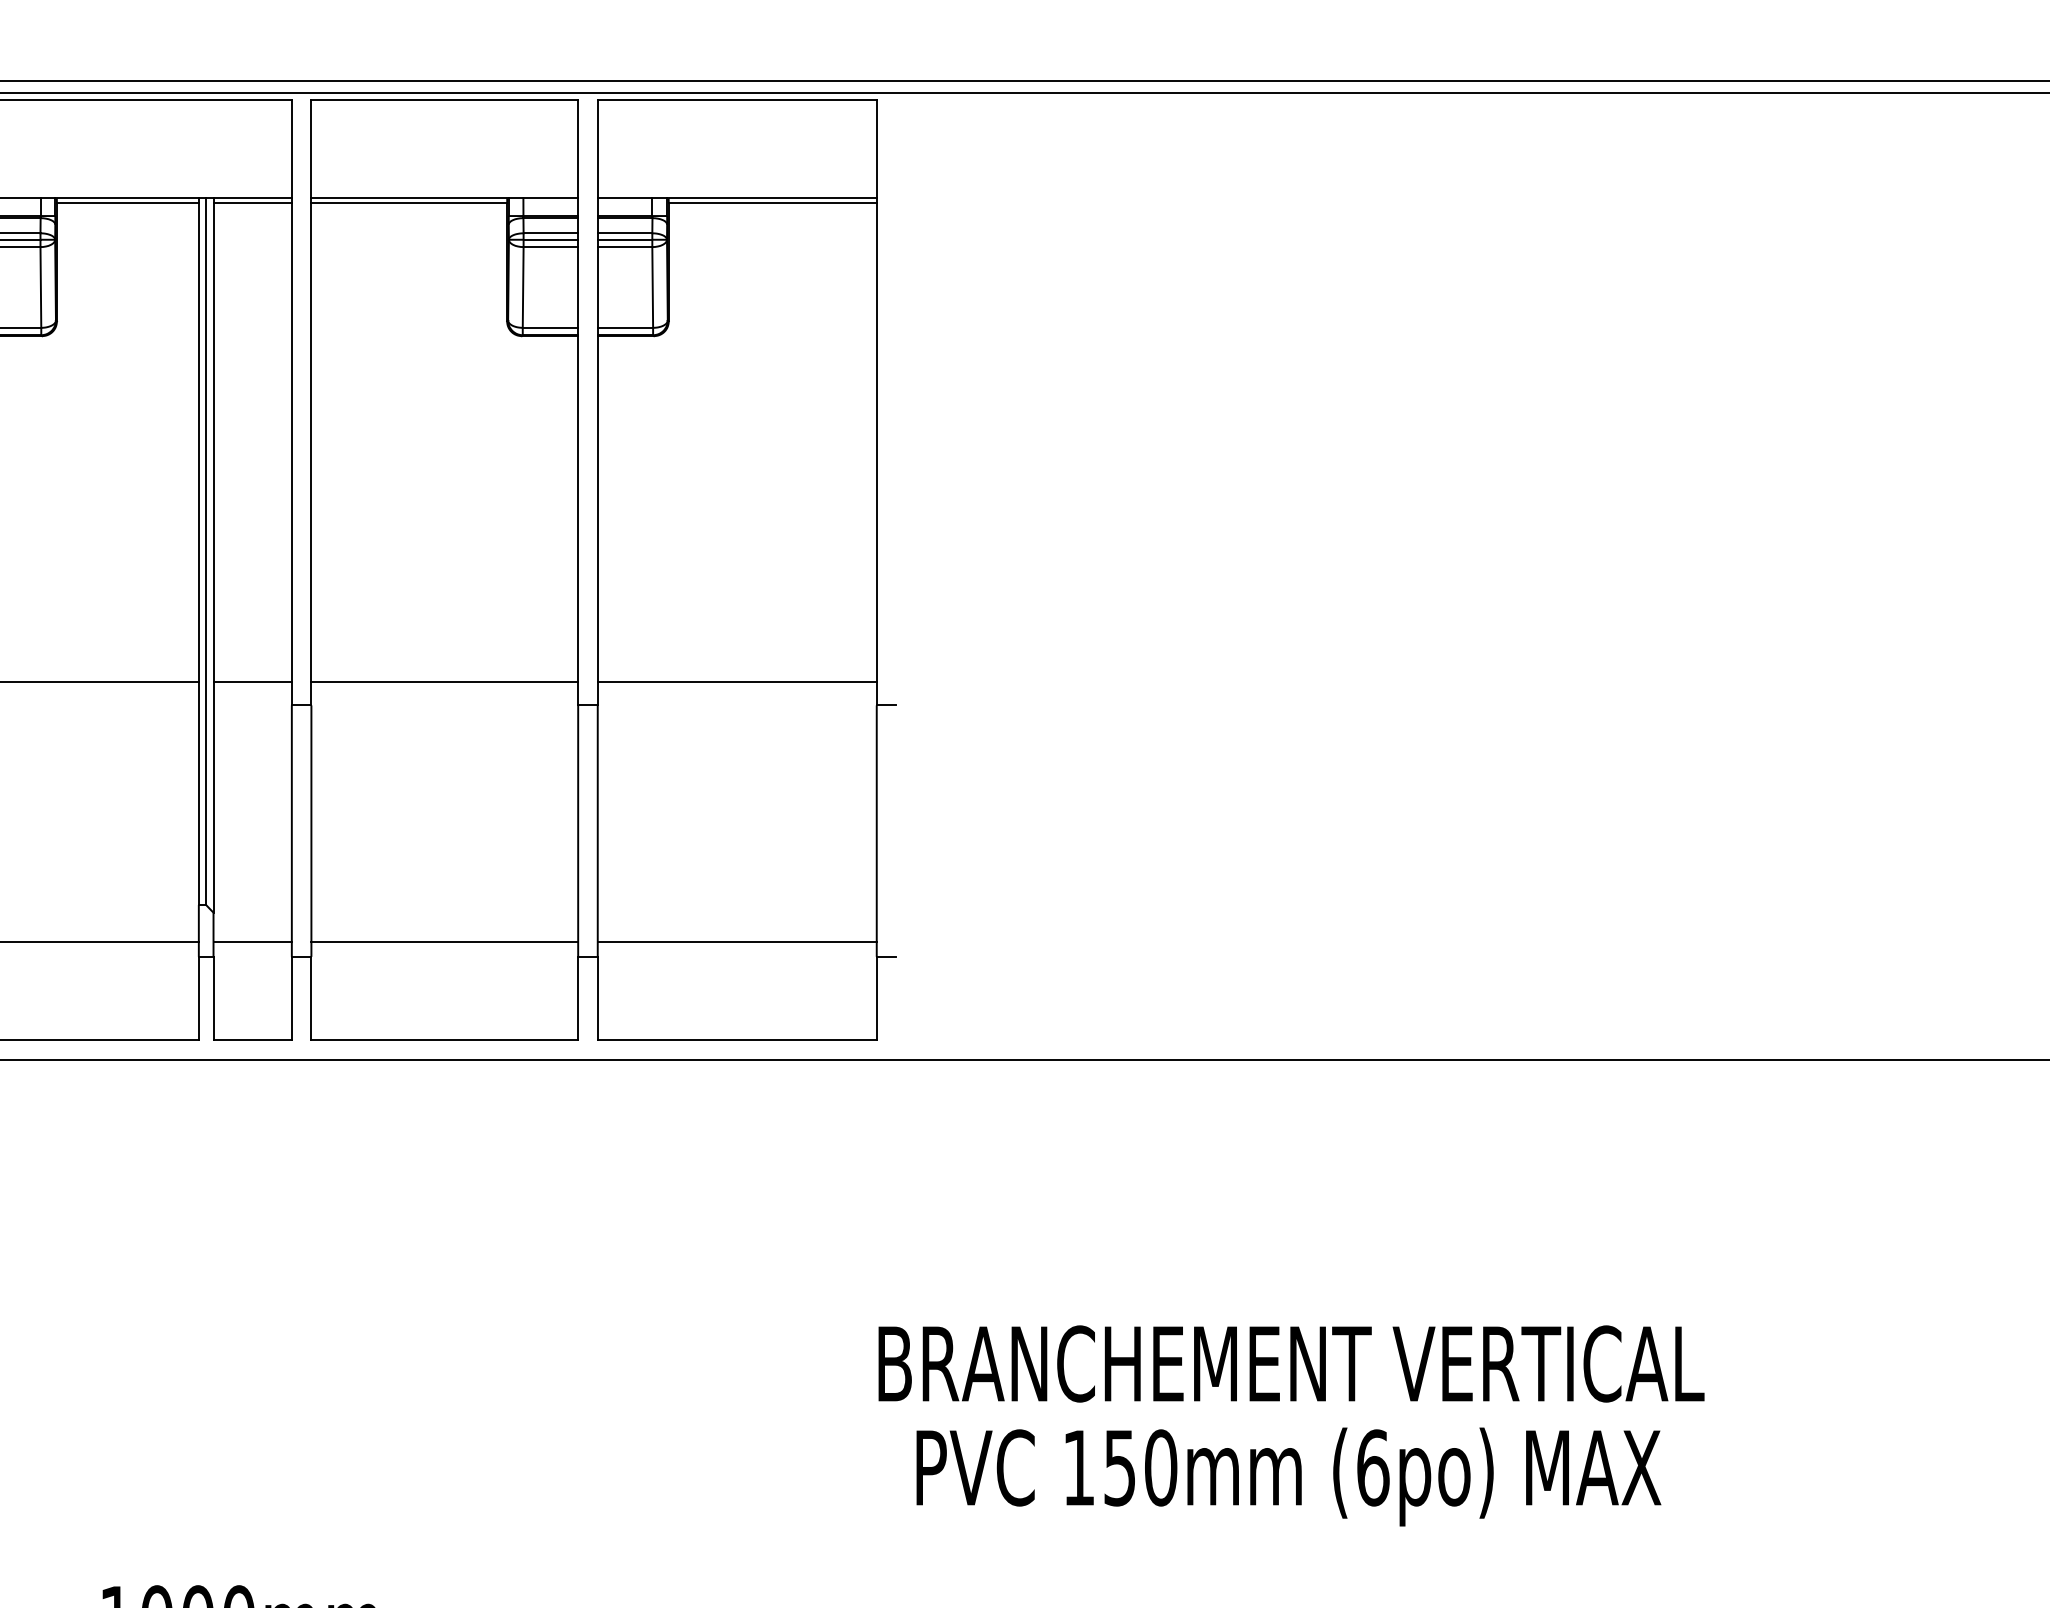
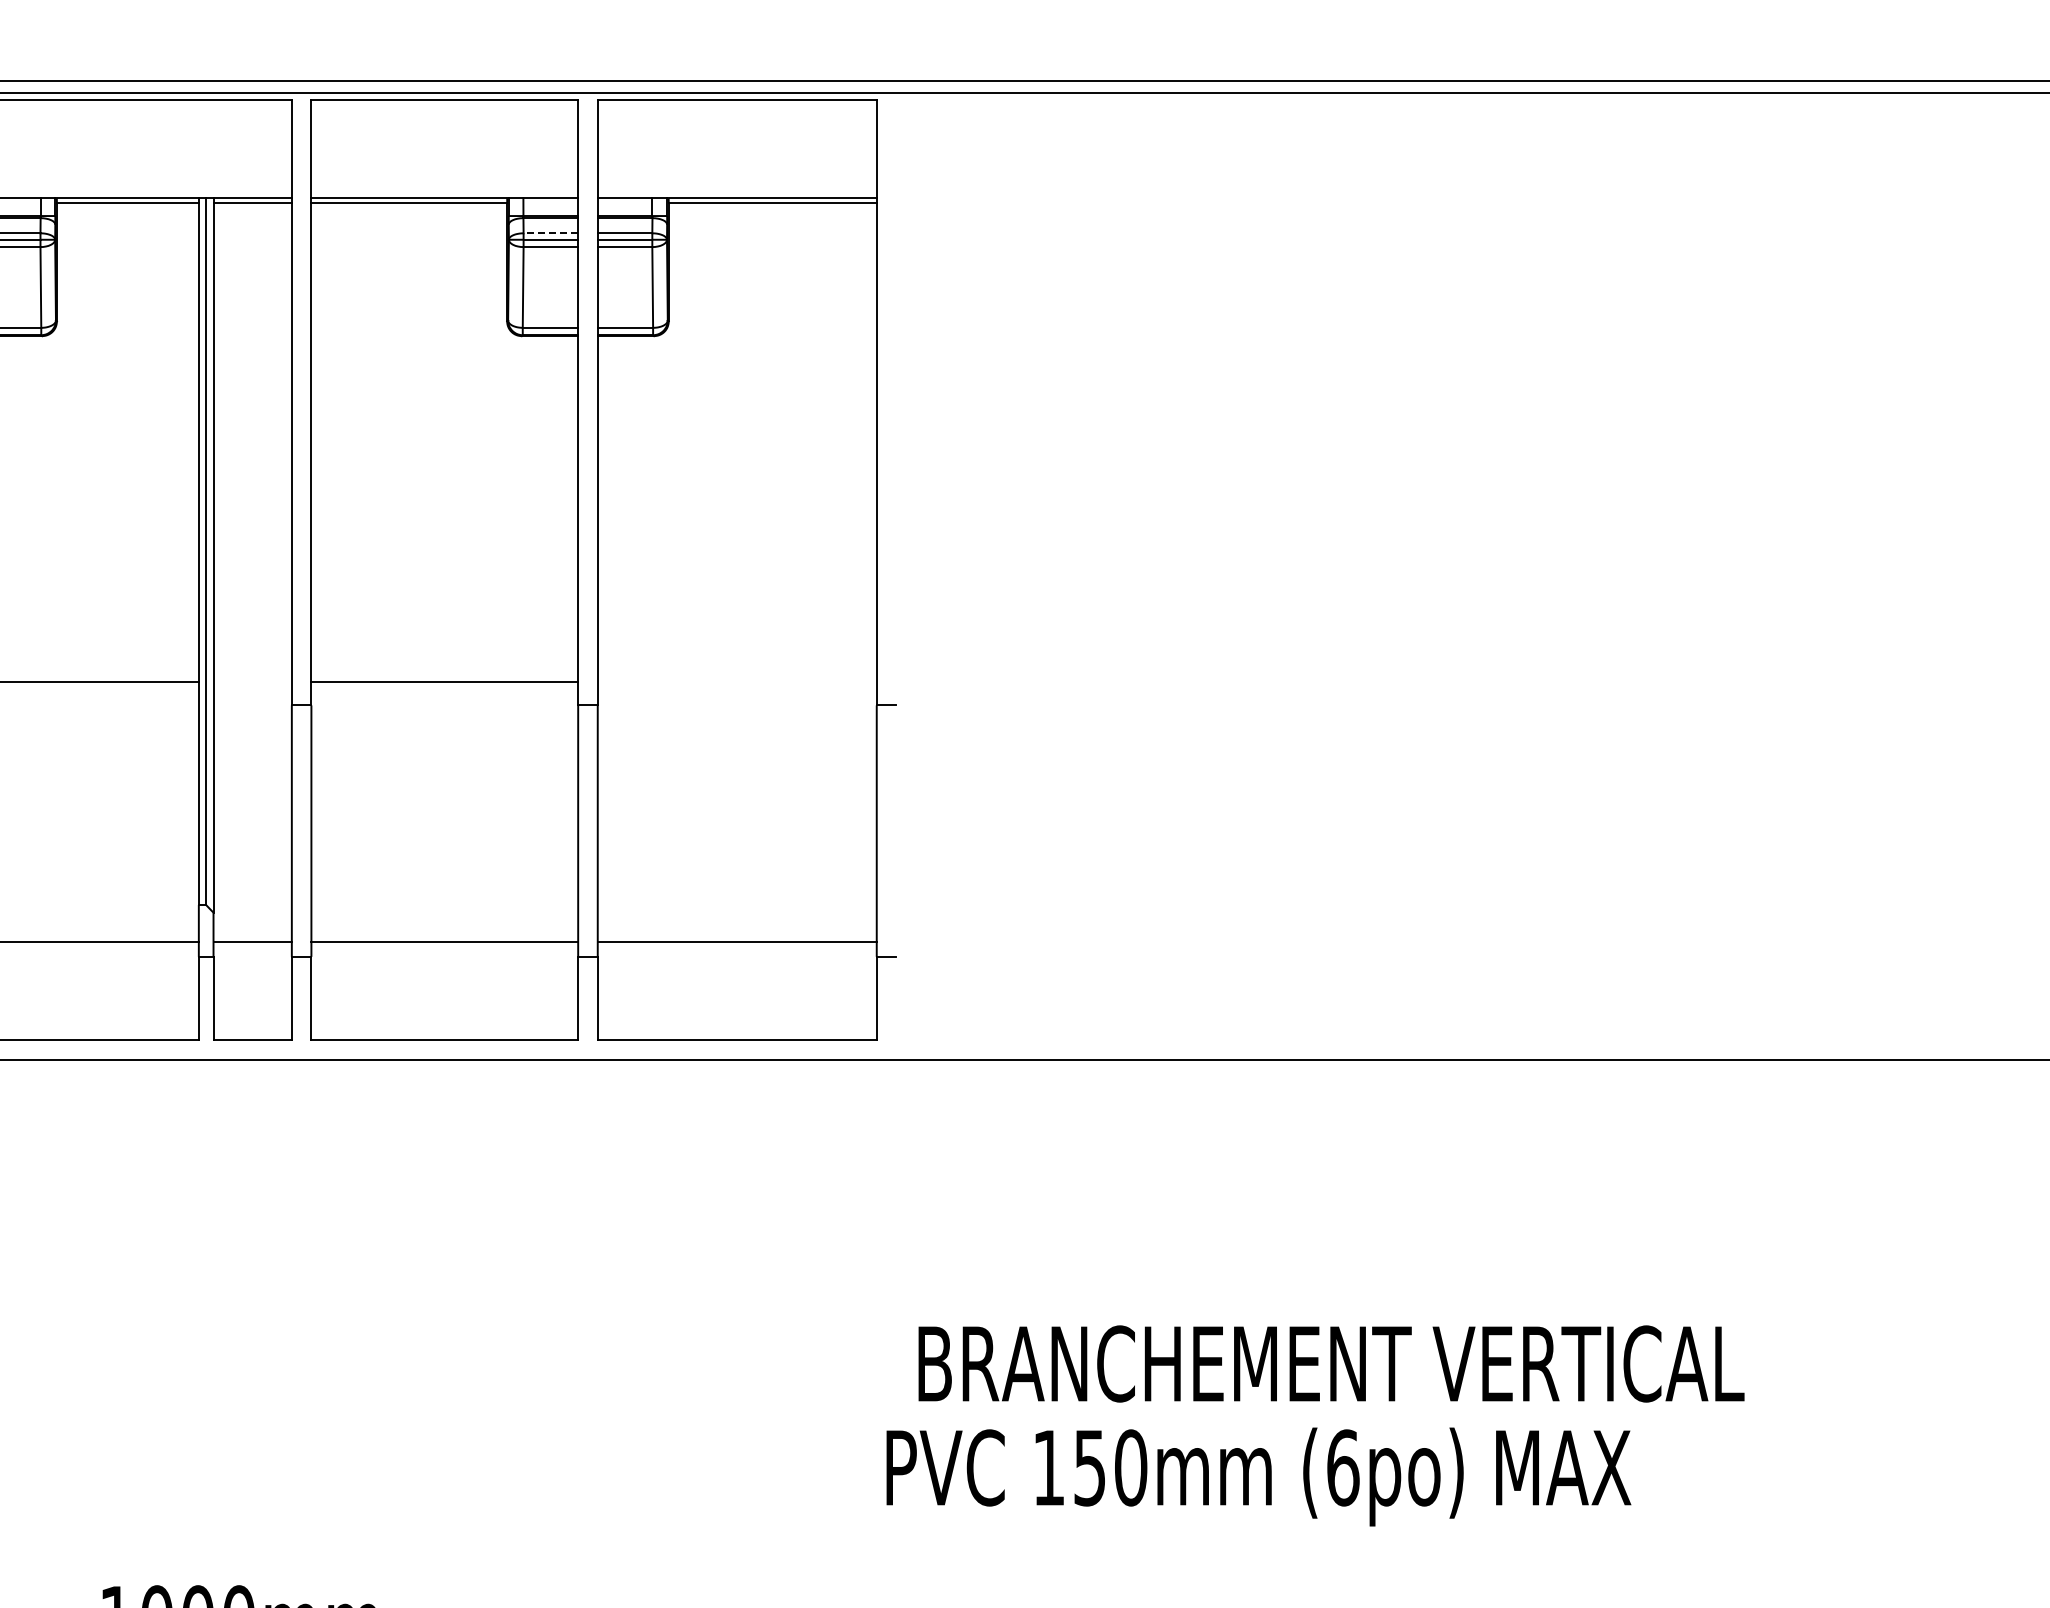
line at (550, 233): solid -> dashed
line at (252, 682): present -> none
line at (736, 682): present -> none
text at (1291, 1363) position: (1291, 1363) -> (1331, 1363)
text at (1288, 1476) position: (1288, 1476) -> (1258, 1476)
